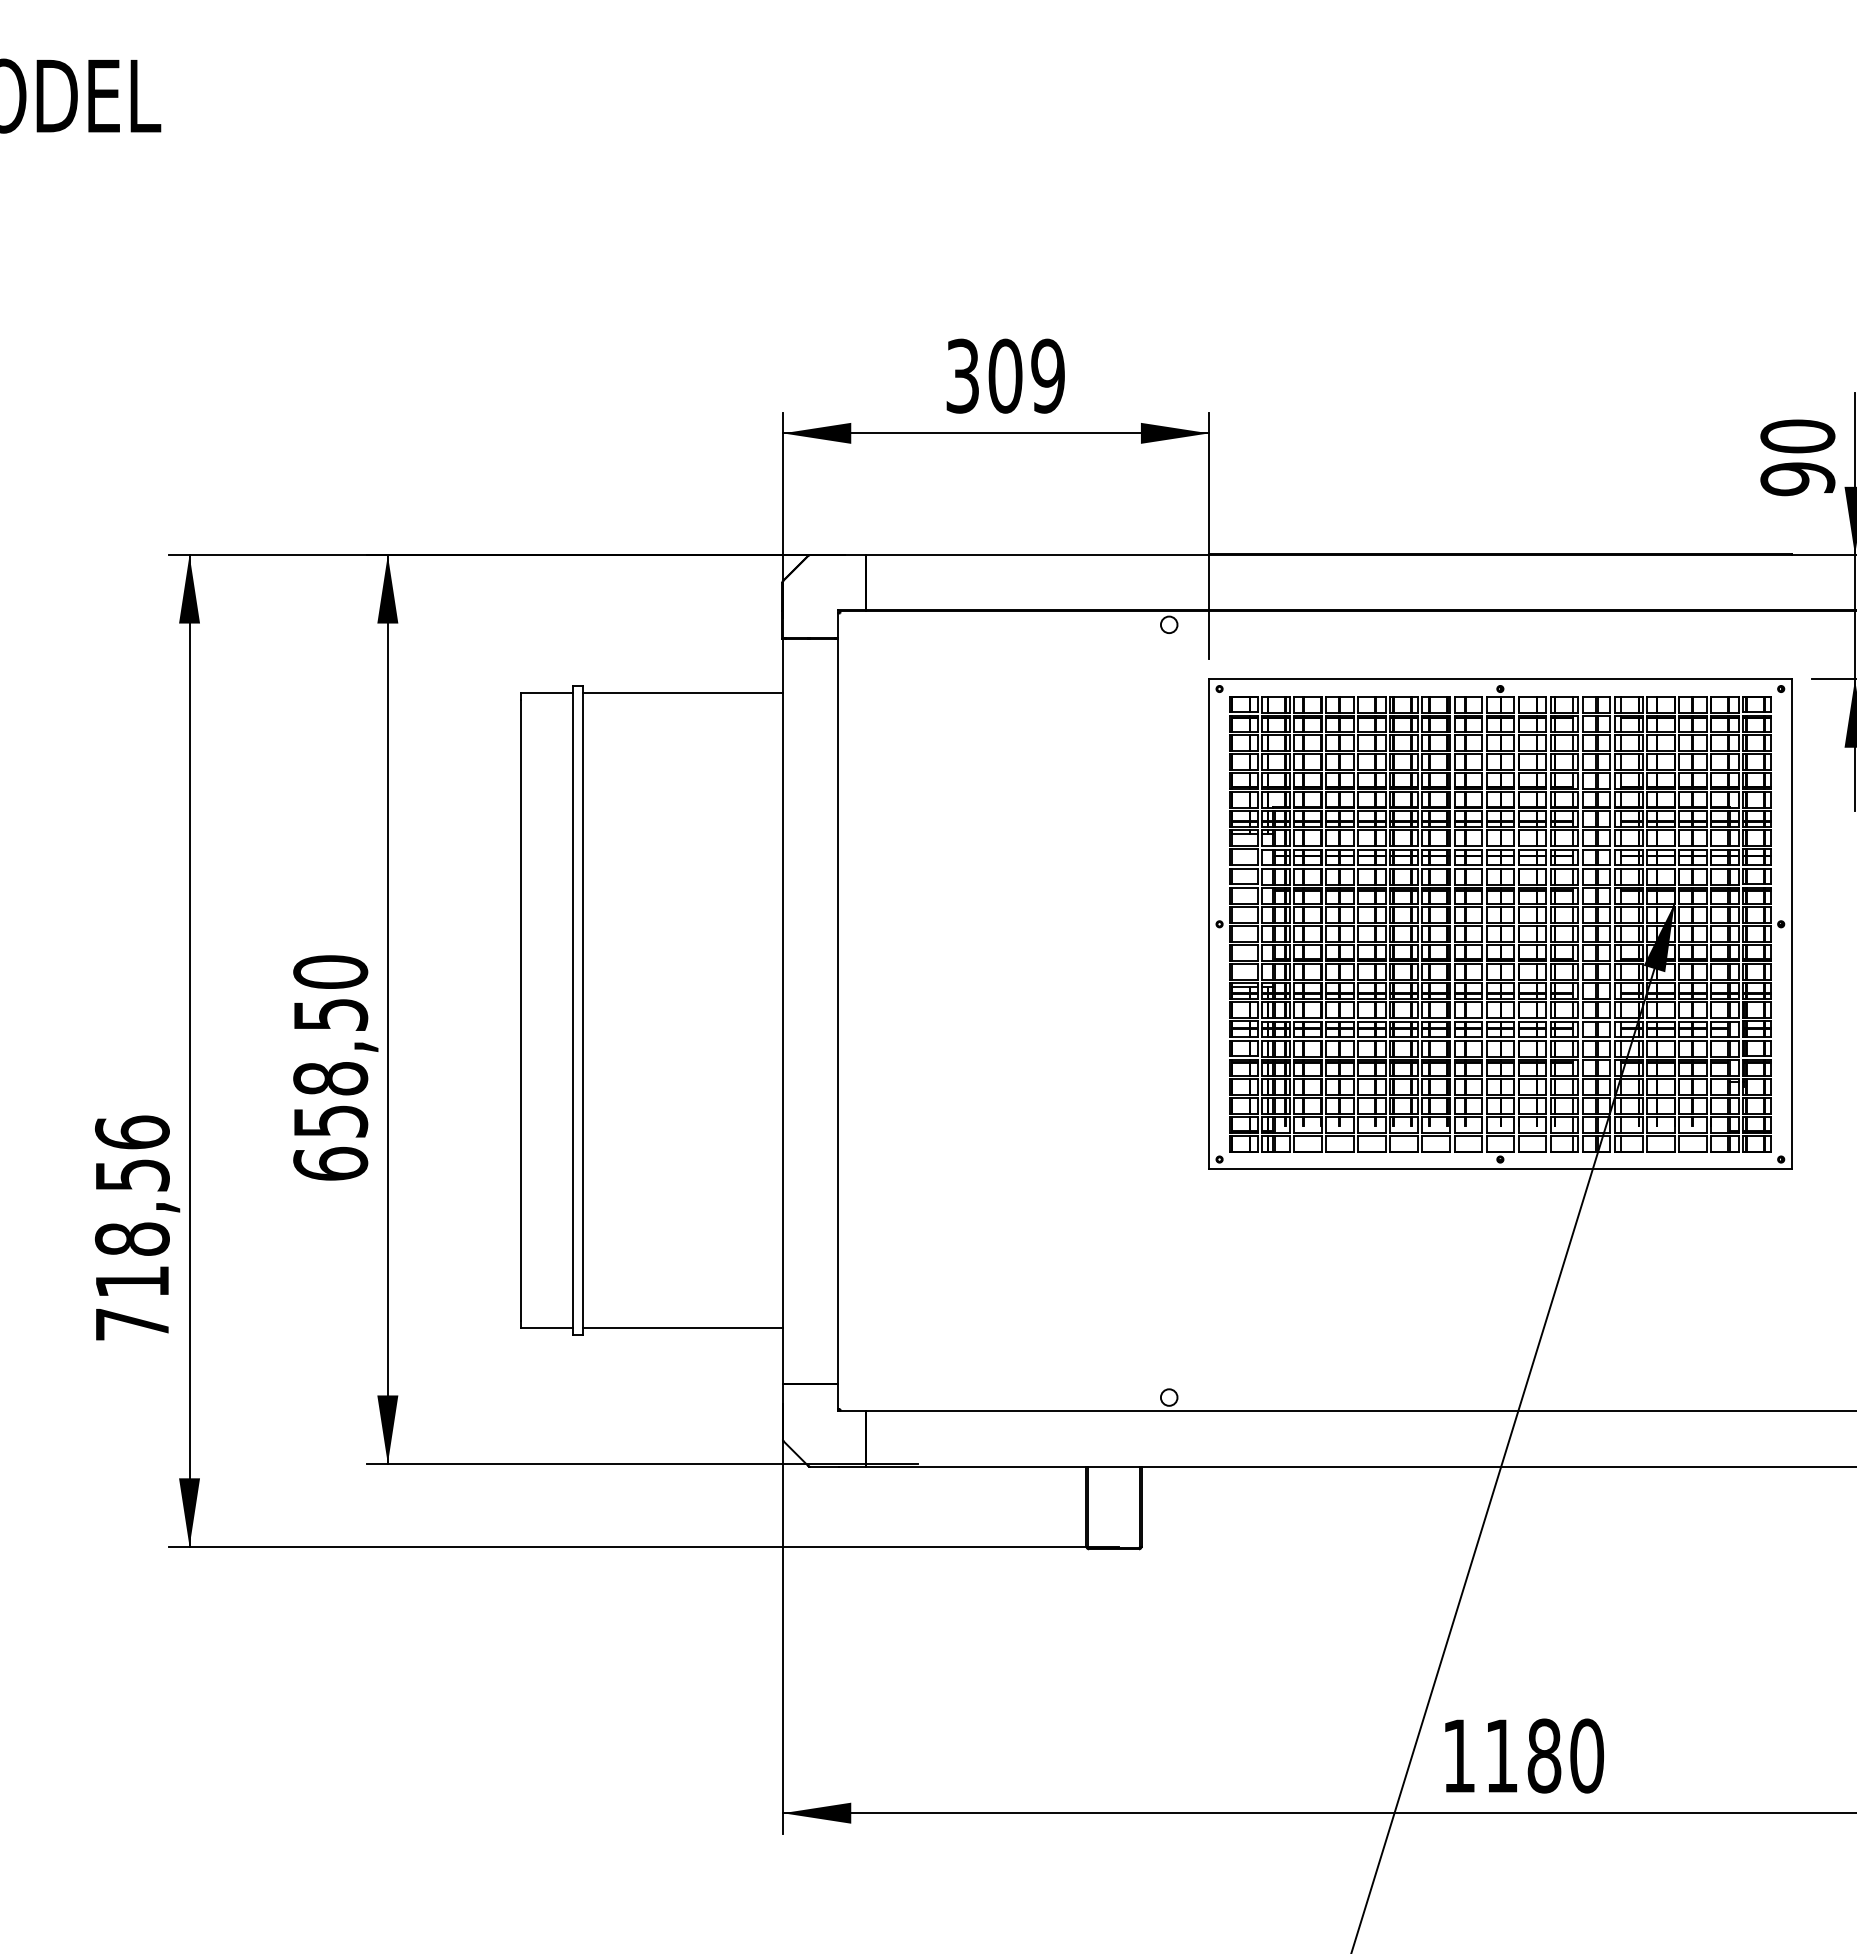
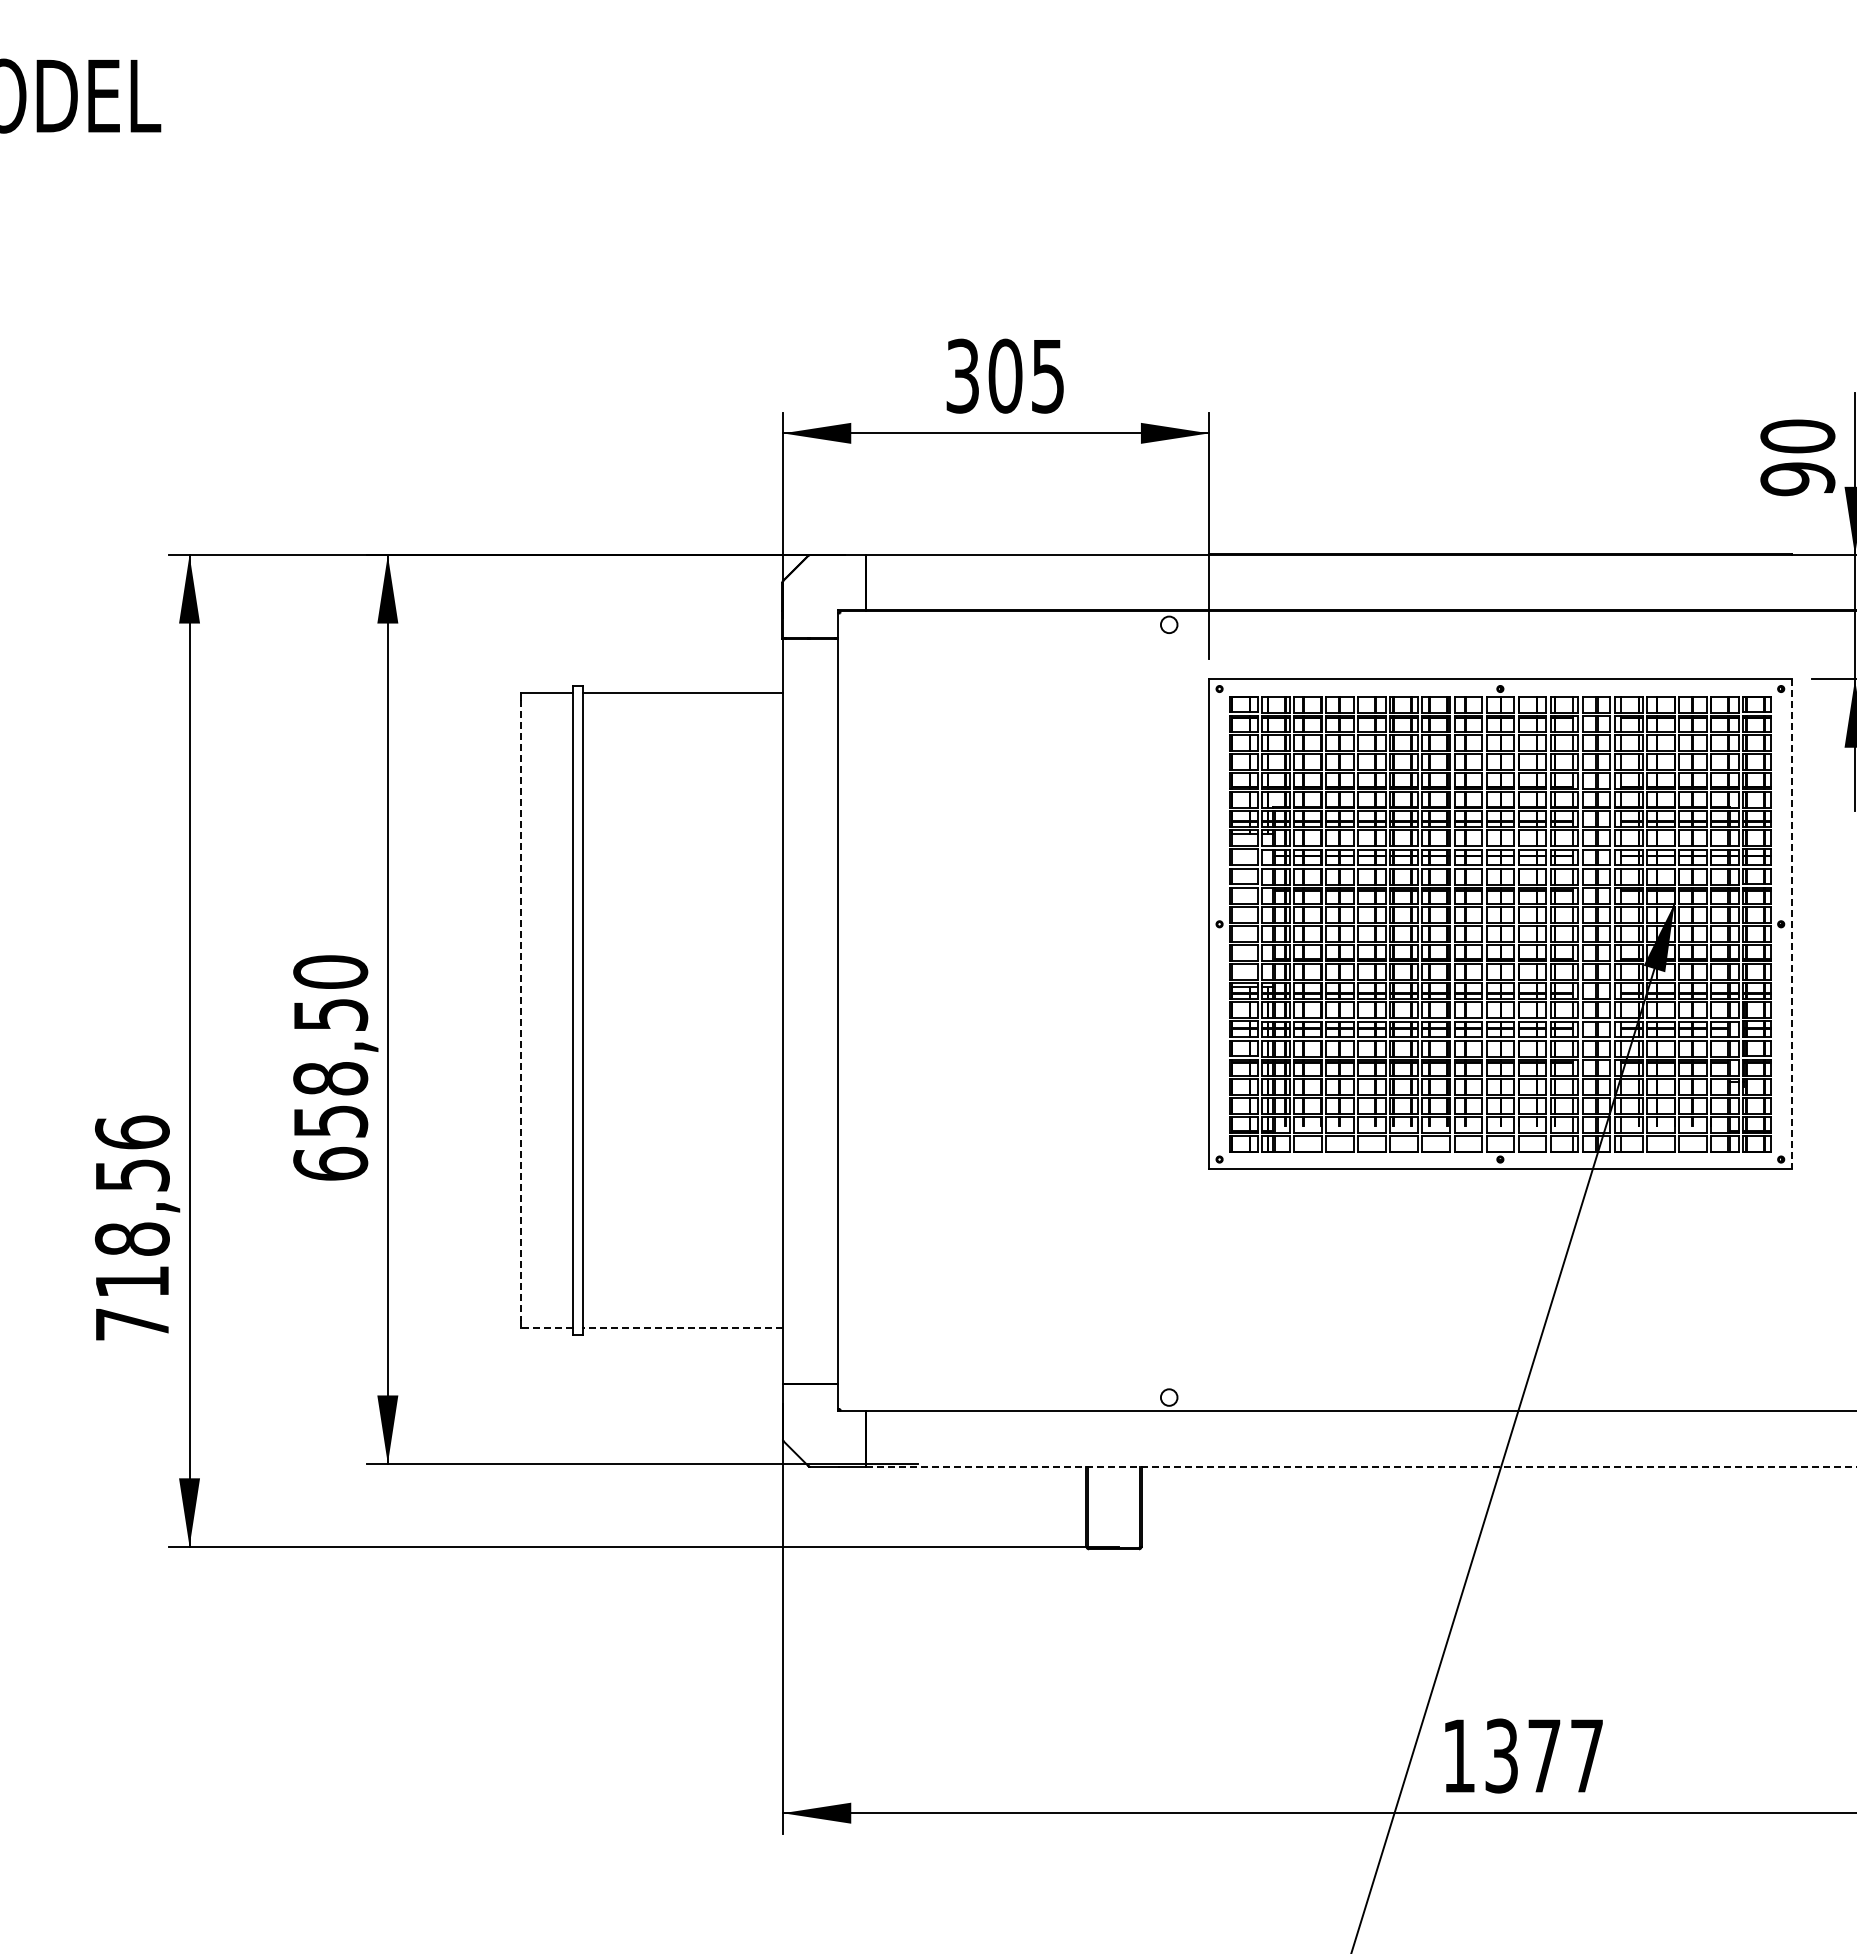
text at (1047, 375): 309 -> 305
line at (1791, 924): solid -> dashed
line at (520, 1011): solid -> dashed
line at (546, 1327): solid -> dashed
line at (682, 1327): solid -> dashed
line at (1361, 1466): solid -> dashed
text at (1544, 1755): 1180 -> 1377
